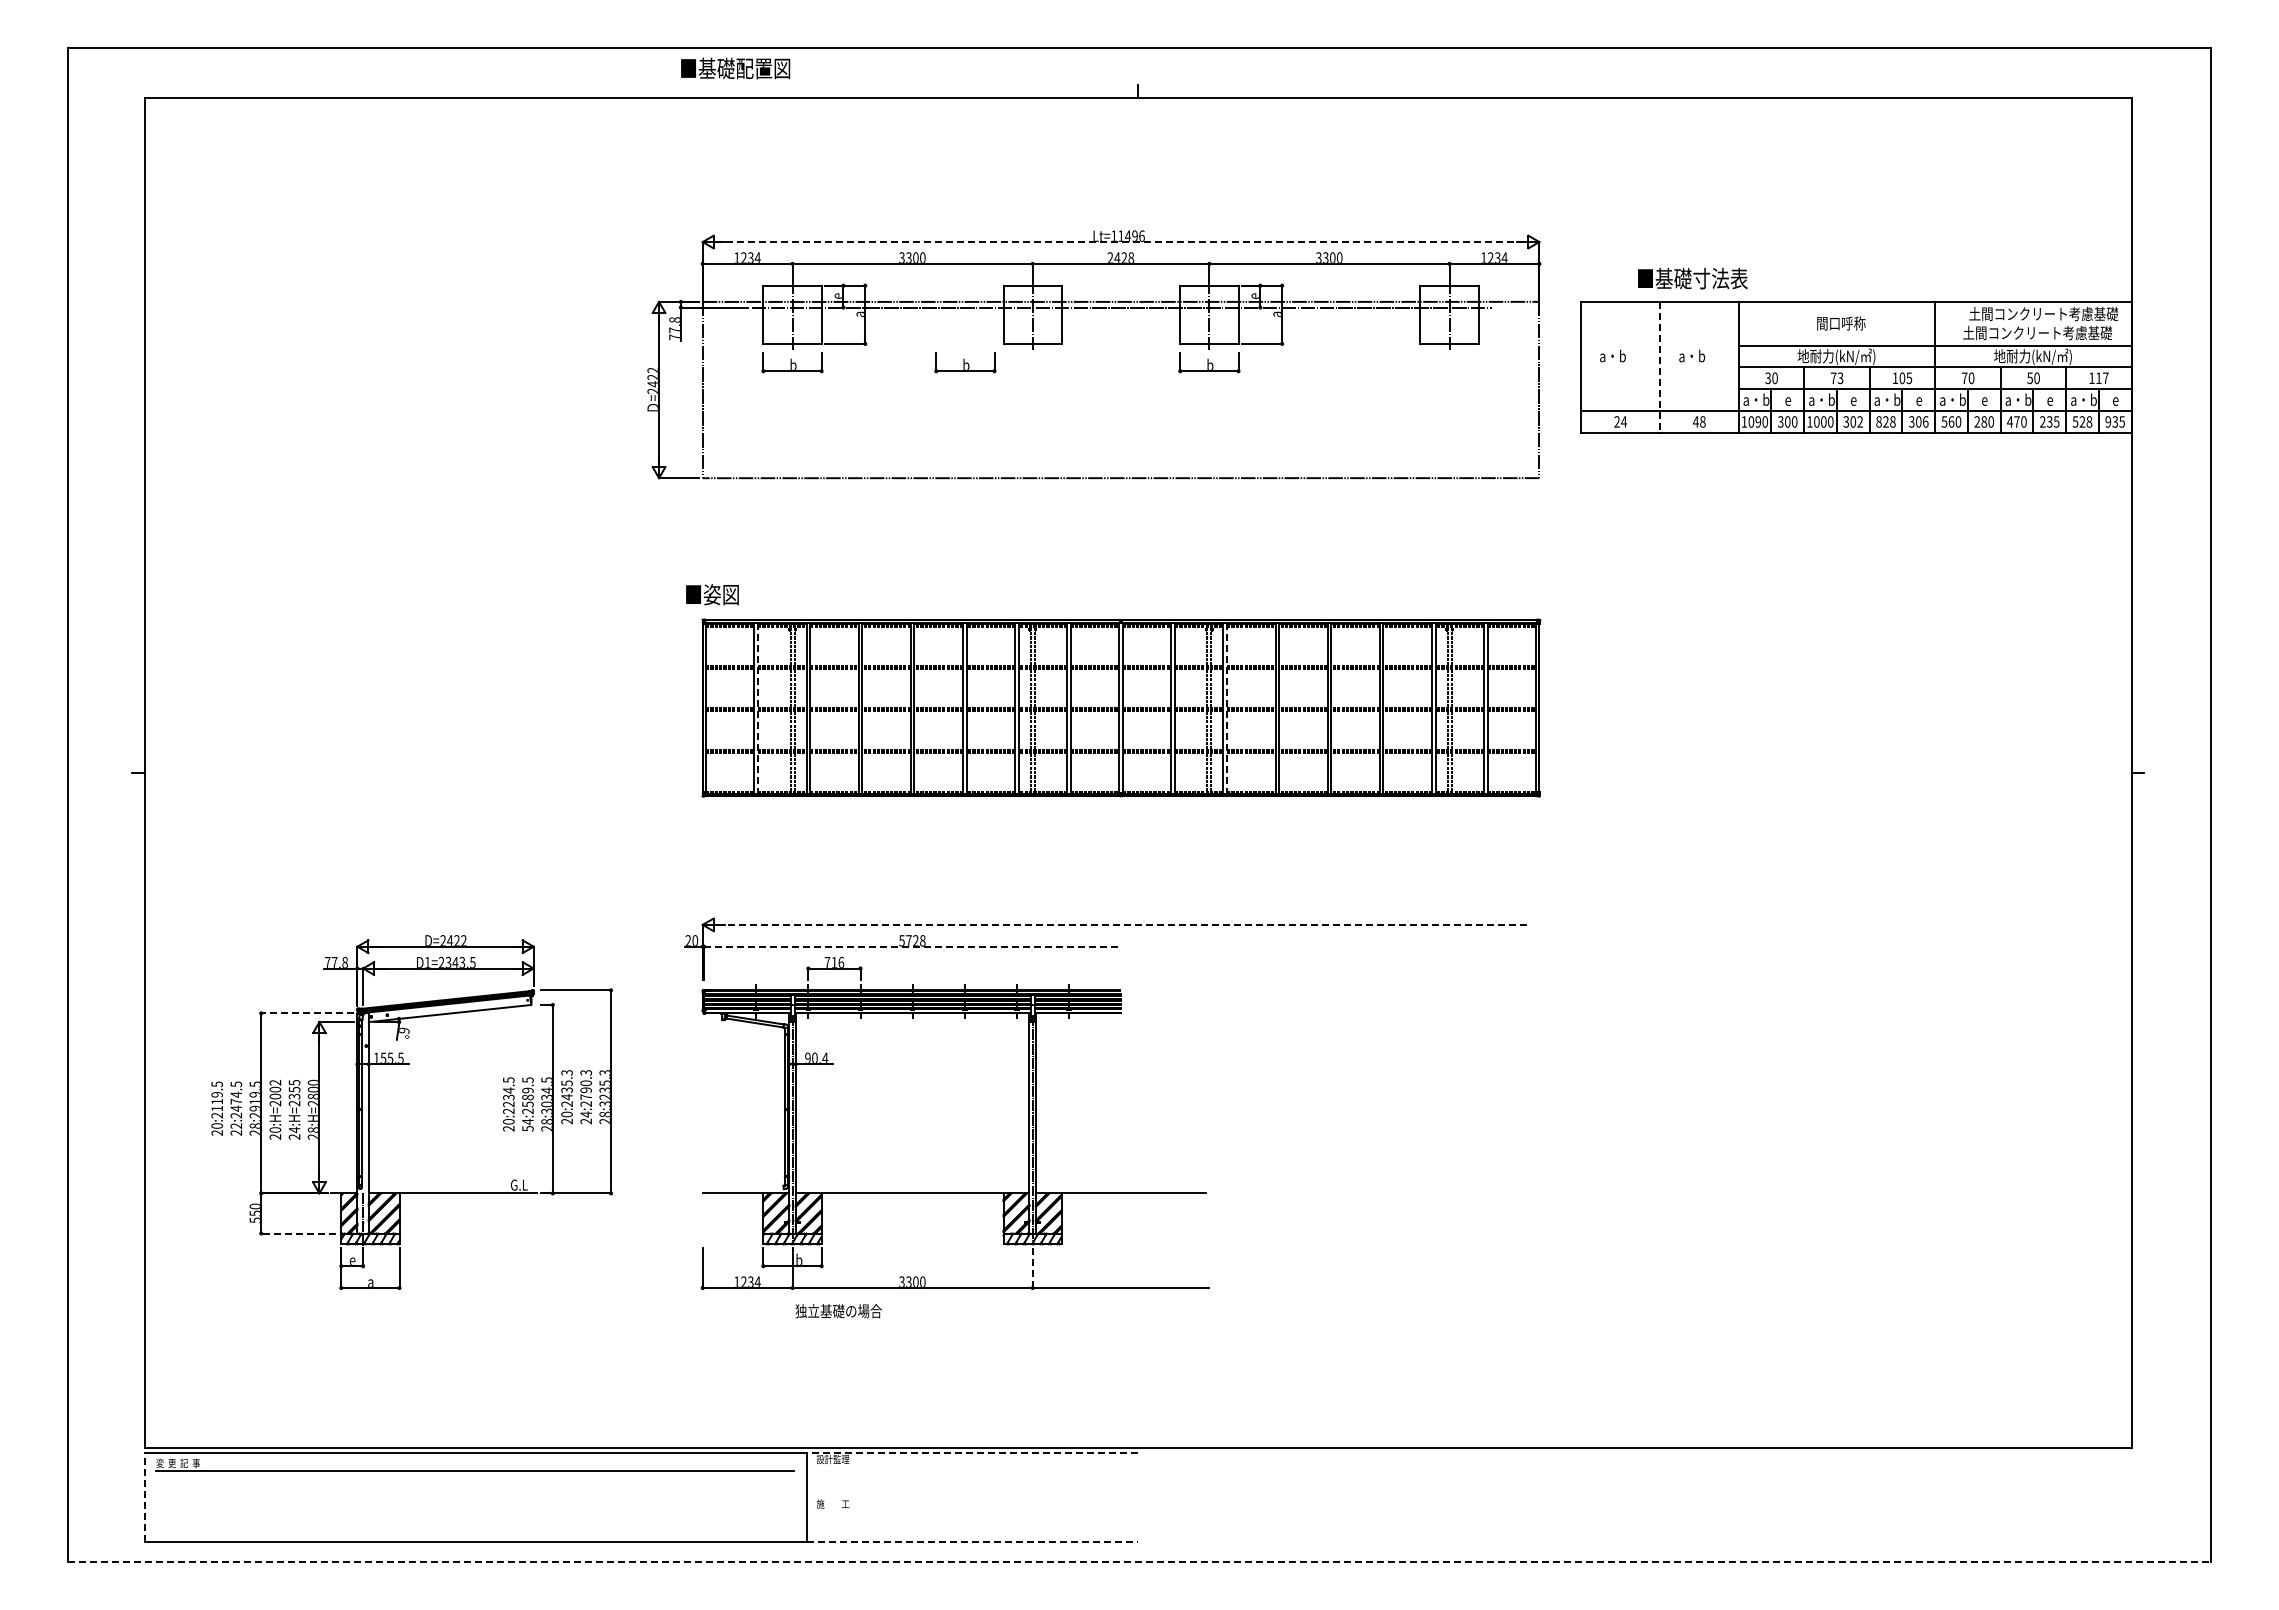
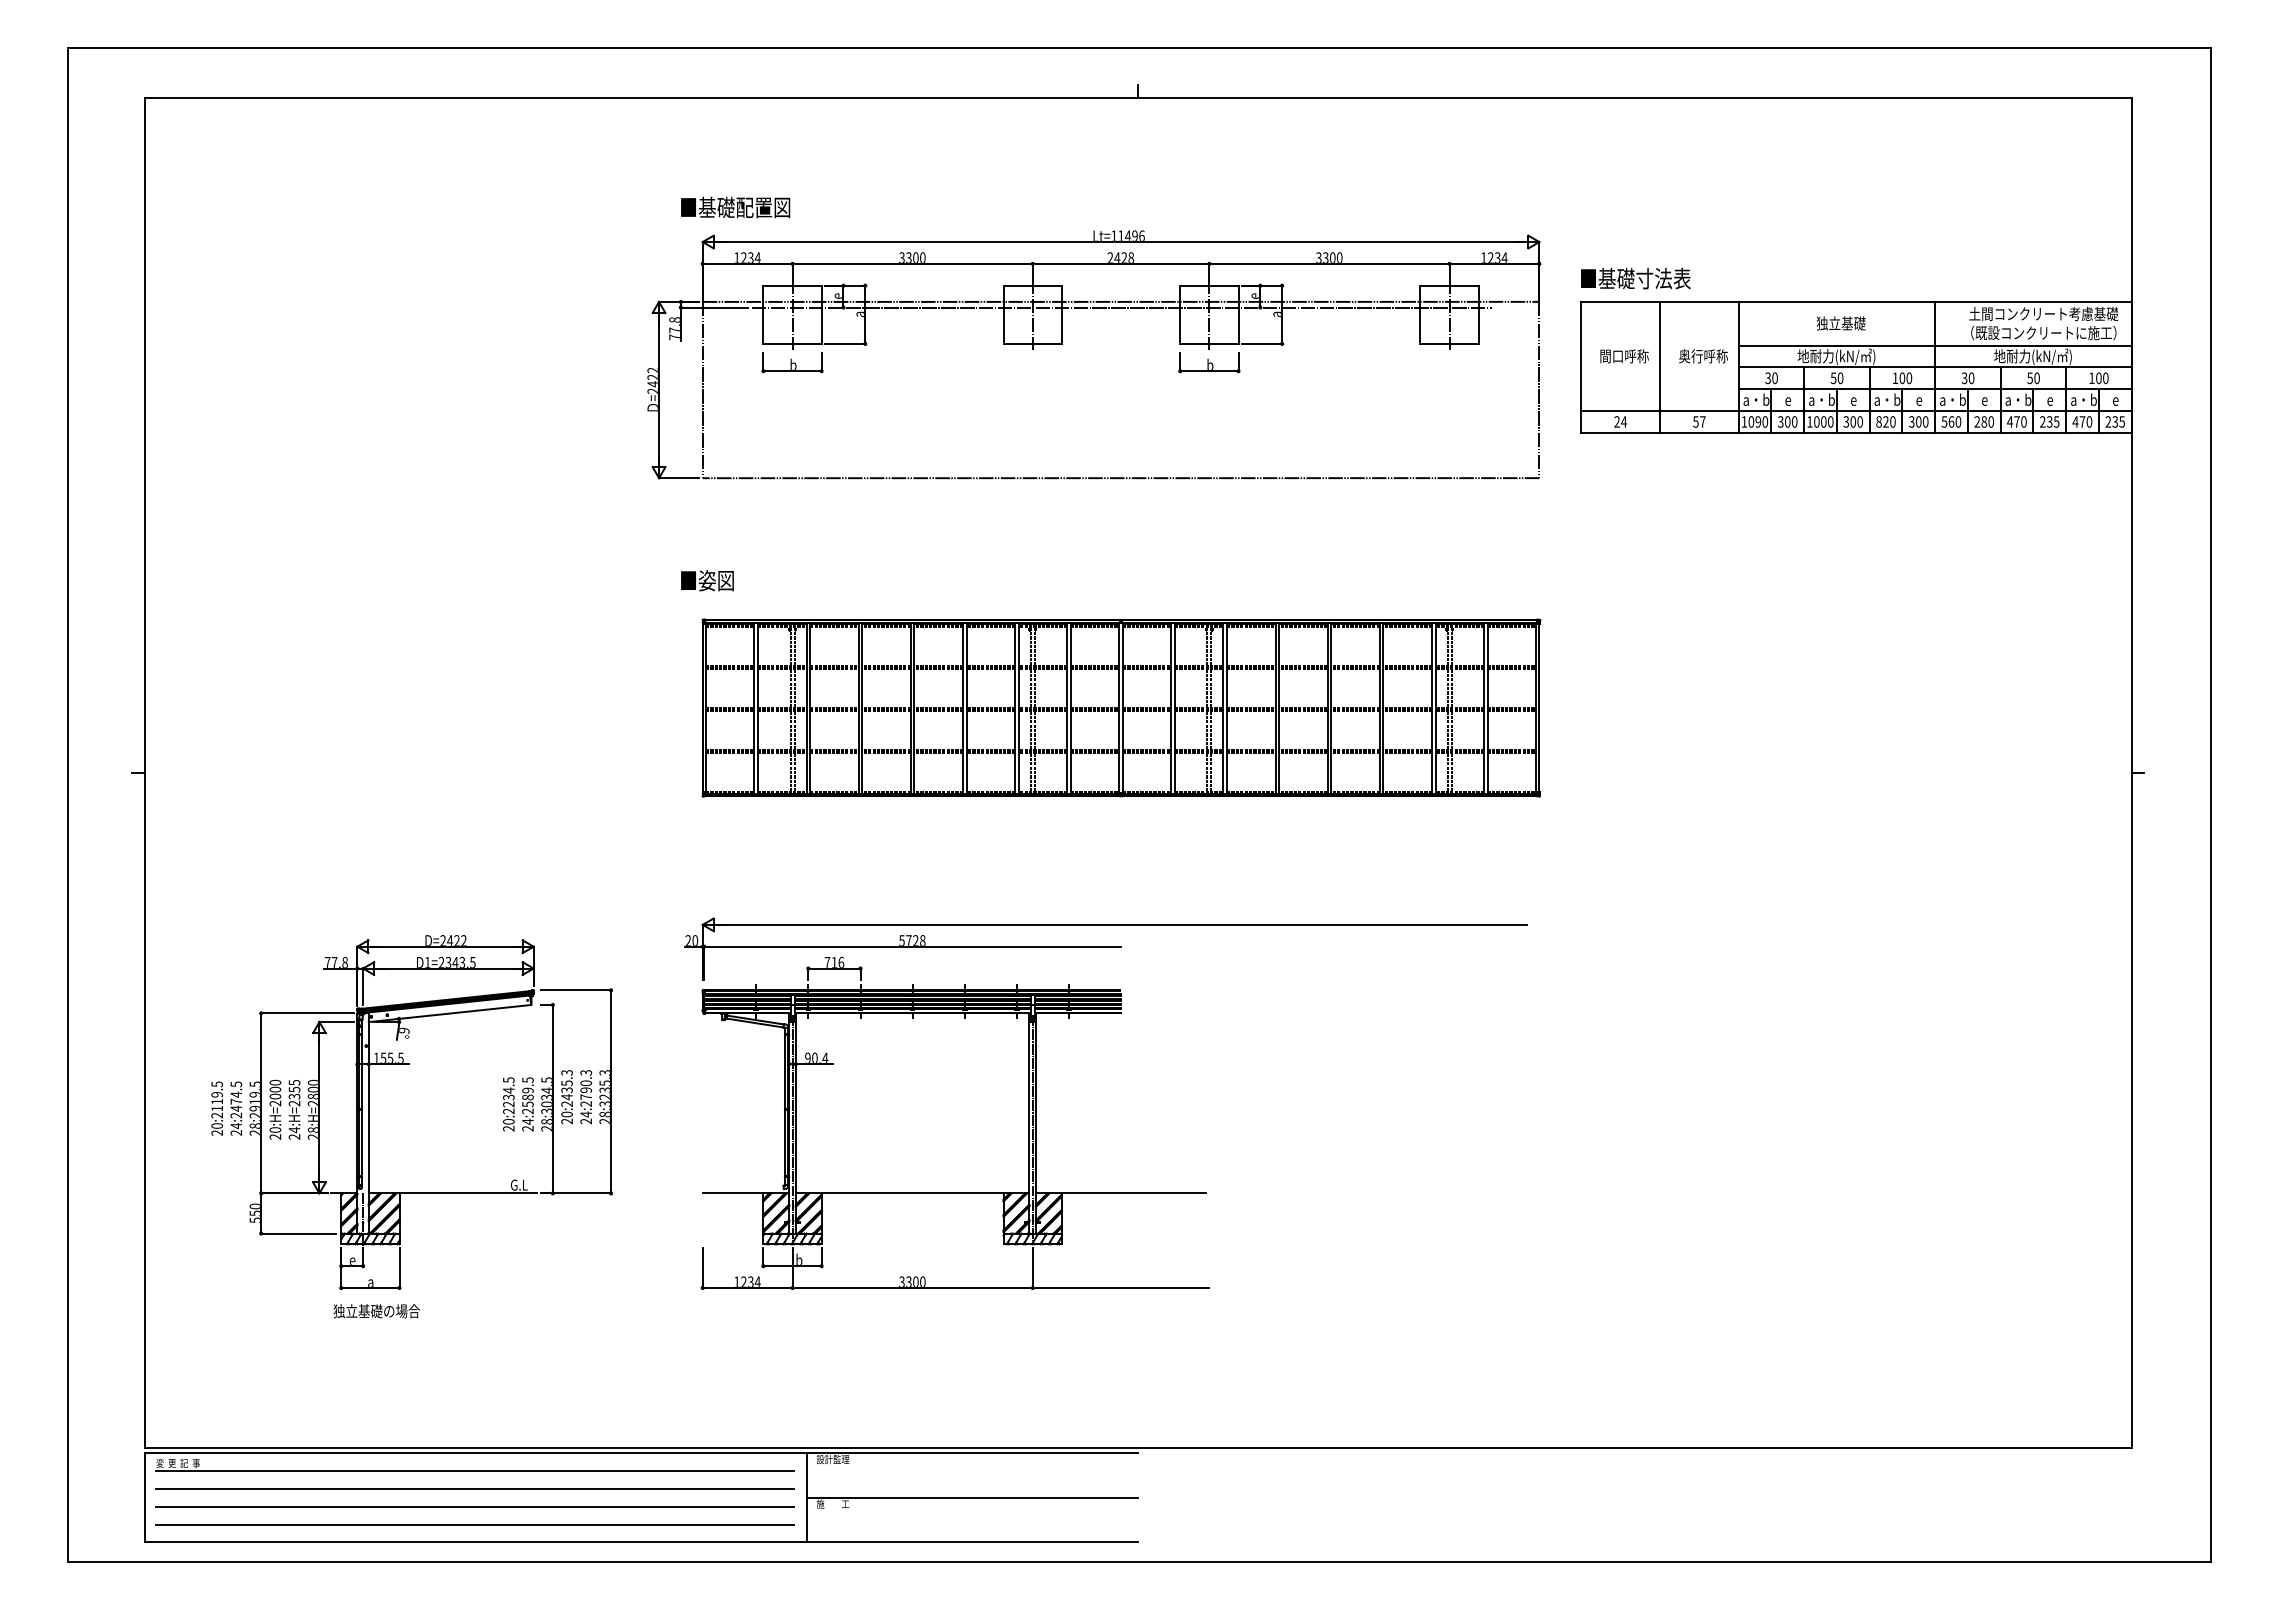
text at (735, 68) position: (735, 68) -> (735, 207)
line at (1121, 242): dashed -> solid
text at (1692, 278) position: (1692, 278) -> (1635, 278)
text at (1840, 323): 間口呼称 -> 独立基礎
text at (2039, 332): 土間コンクリート考慮基礎 -> （既設コンクリートに施工）
text at (1624, 356): a・b -> 間口呼称
text at (1703, 356): a・b -> 奥行呼称
part at (965, 362): present -> none
line at (1659, 367): dashed -> solid
text at (1909, 377): 105 -> 100
text at (1836, 378): 73 -> 50
text at (1964, 378): 70 -> 30
text at (2102, 378): 117 -> 100
text at (1698, 421): 48 -> 57
text at (1859, 421): 302 -> 300
text at (1892, 421): 828 -> 820
text at (1925, 421): 306 -> 300
text at (2082, 421): 528 -> 470
text at (2108, 421): 935 -> 235
text at (712, 594) position: (712, 594) -> (707, 580)
line at (758, 708): dashed -> solid
line at (1227, 708): dashed -> solid
line at (1121, 924): dashed -> solid
line at (913, 946): dashed -> solid
line at (306, 1013): dashed -> solid
text at (275, 1082): 20:H=2002 -> 20:H=2000
text at (235, 1126): 22:2474.5 -> 24:2474.5
text at (527, 1128): 54:2589.5 -> 24:2589.5
line at (298, 1233): dashed -> solid
line at (1032, 1268): dashed -> solid
text at (838, 1311) position: (838, 1311) -> (376, 1311)
line at (972, 1453): dashed -> solid
line at (474, 1488): none -> present
line at (144, 1497): dashed -> solid
line at (973, 1497): none -> present
line at (474, 1506): none -> present
line at (474, 1524): none -> present
line at (972, 1542): dashed -> solid
line at (1139, 1561): dashed -> solid
